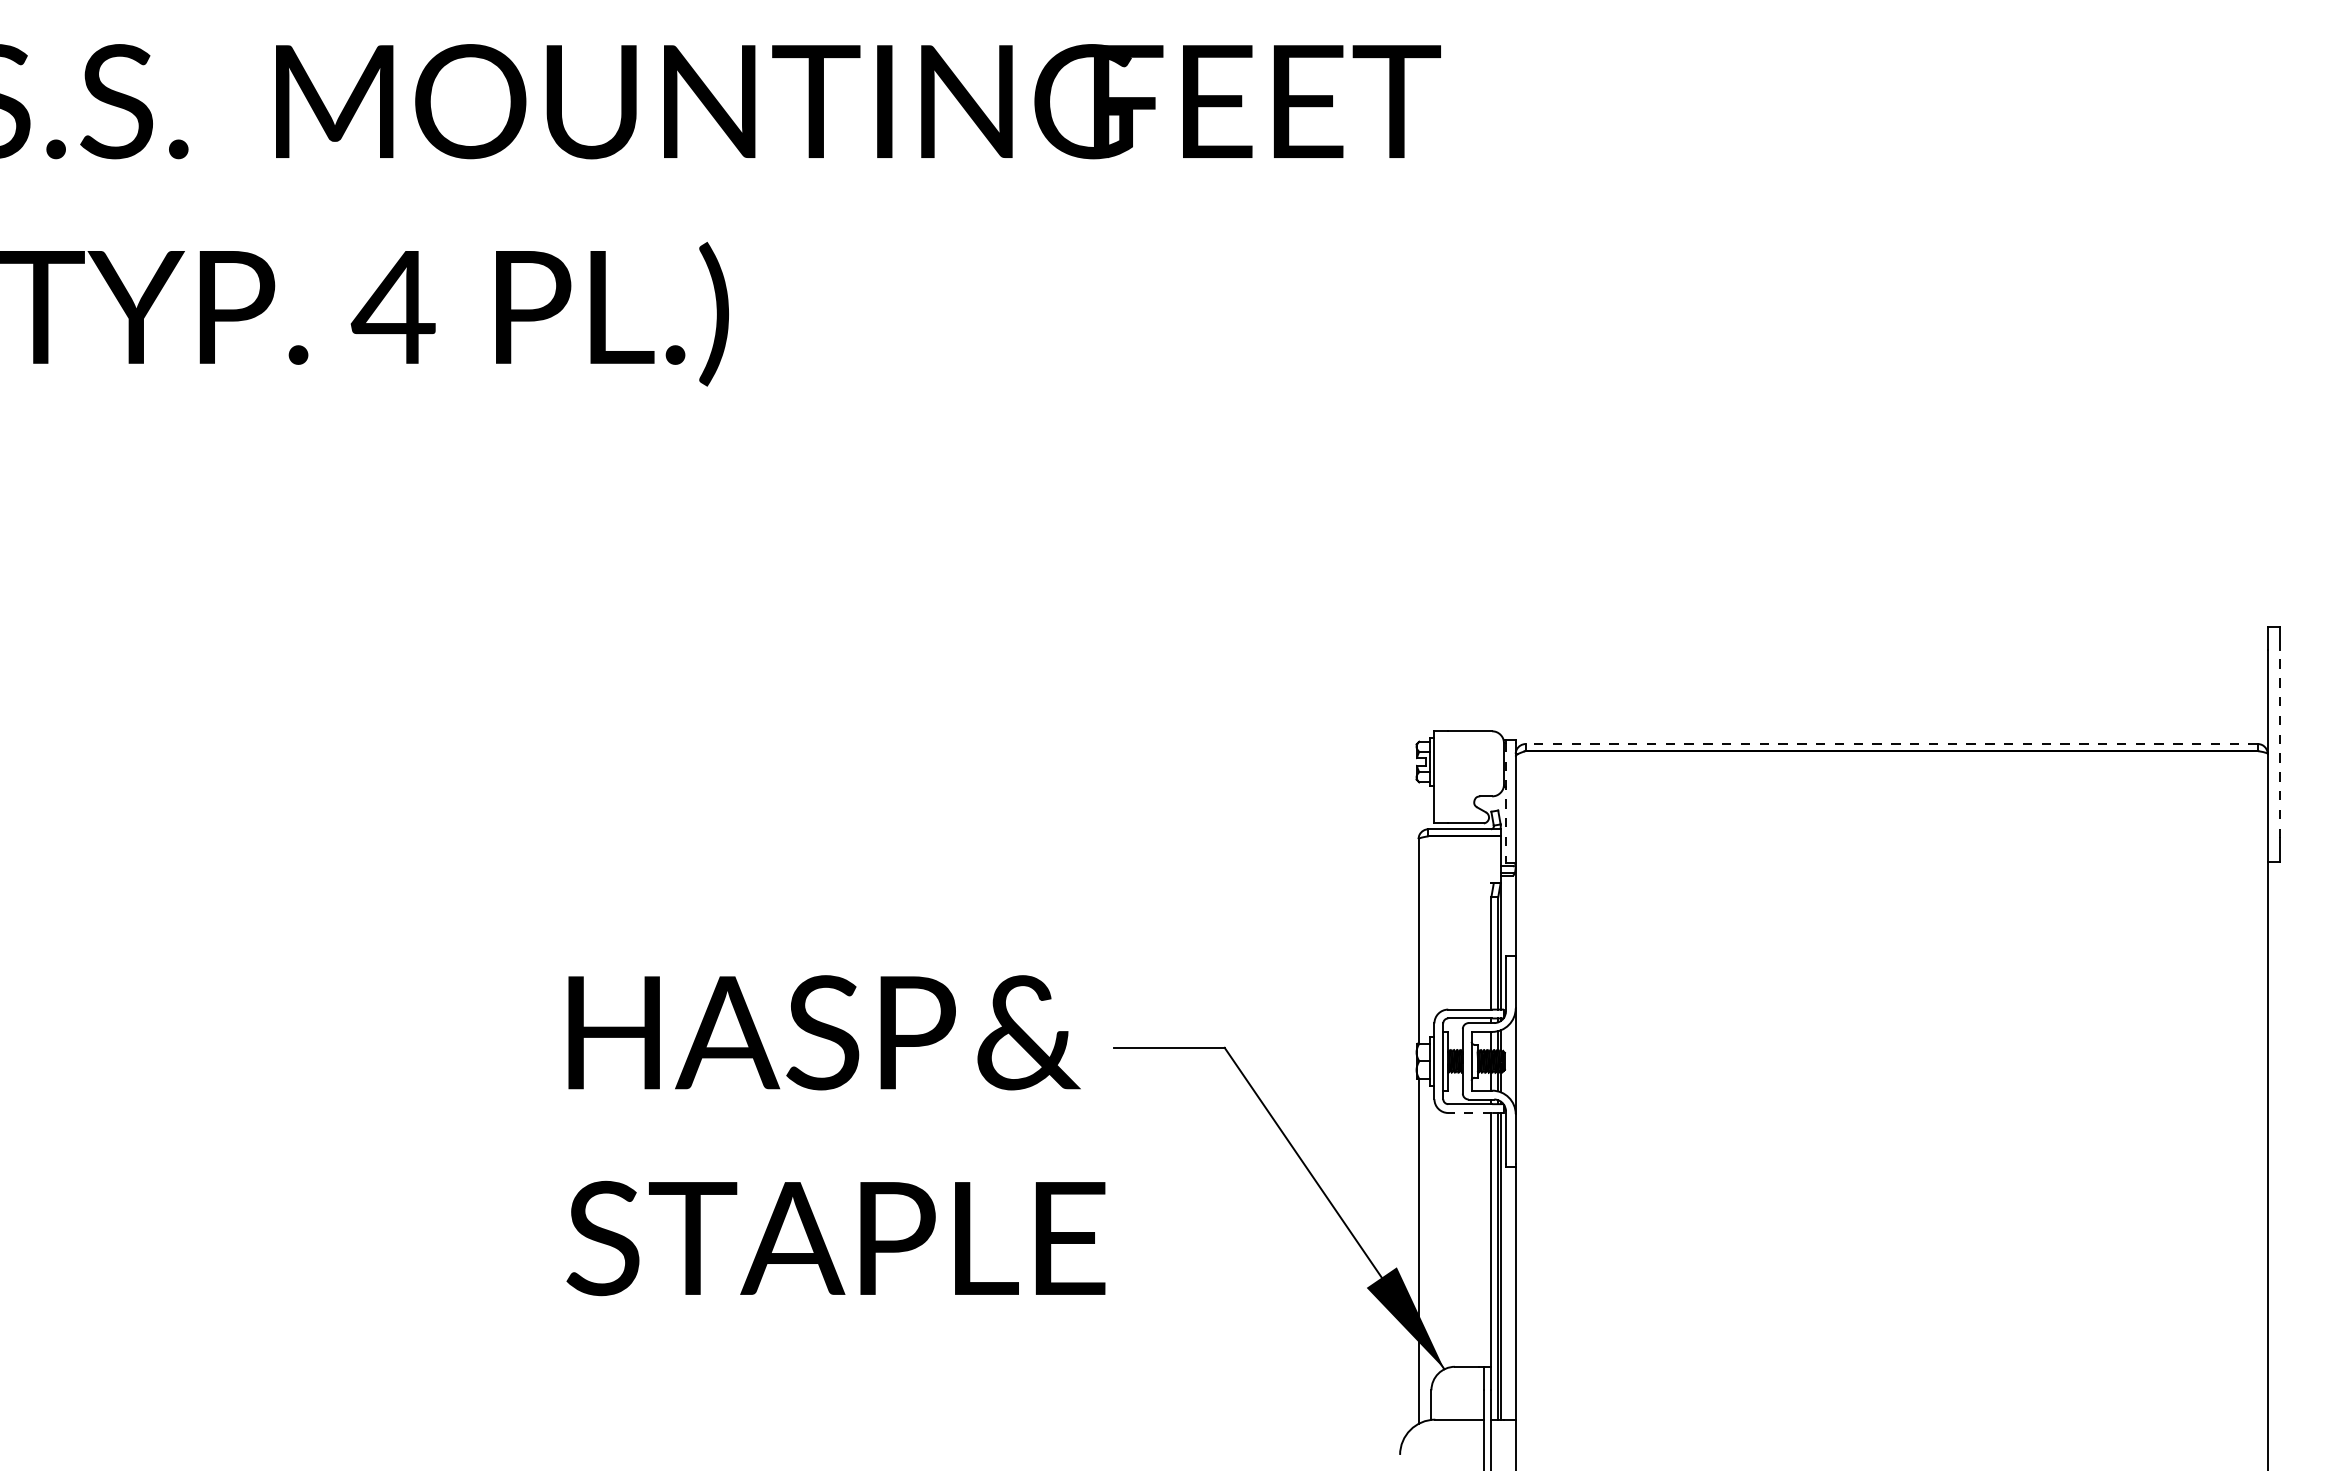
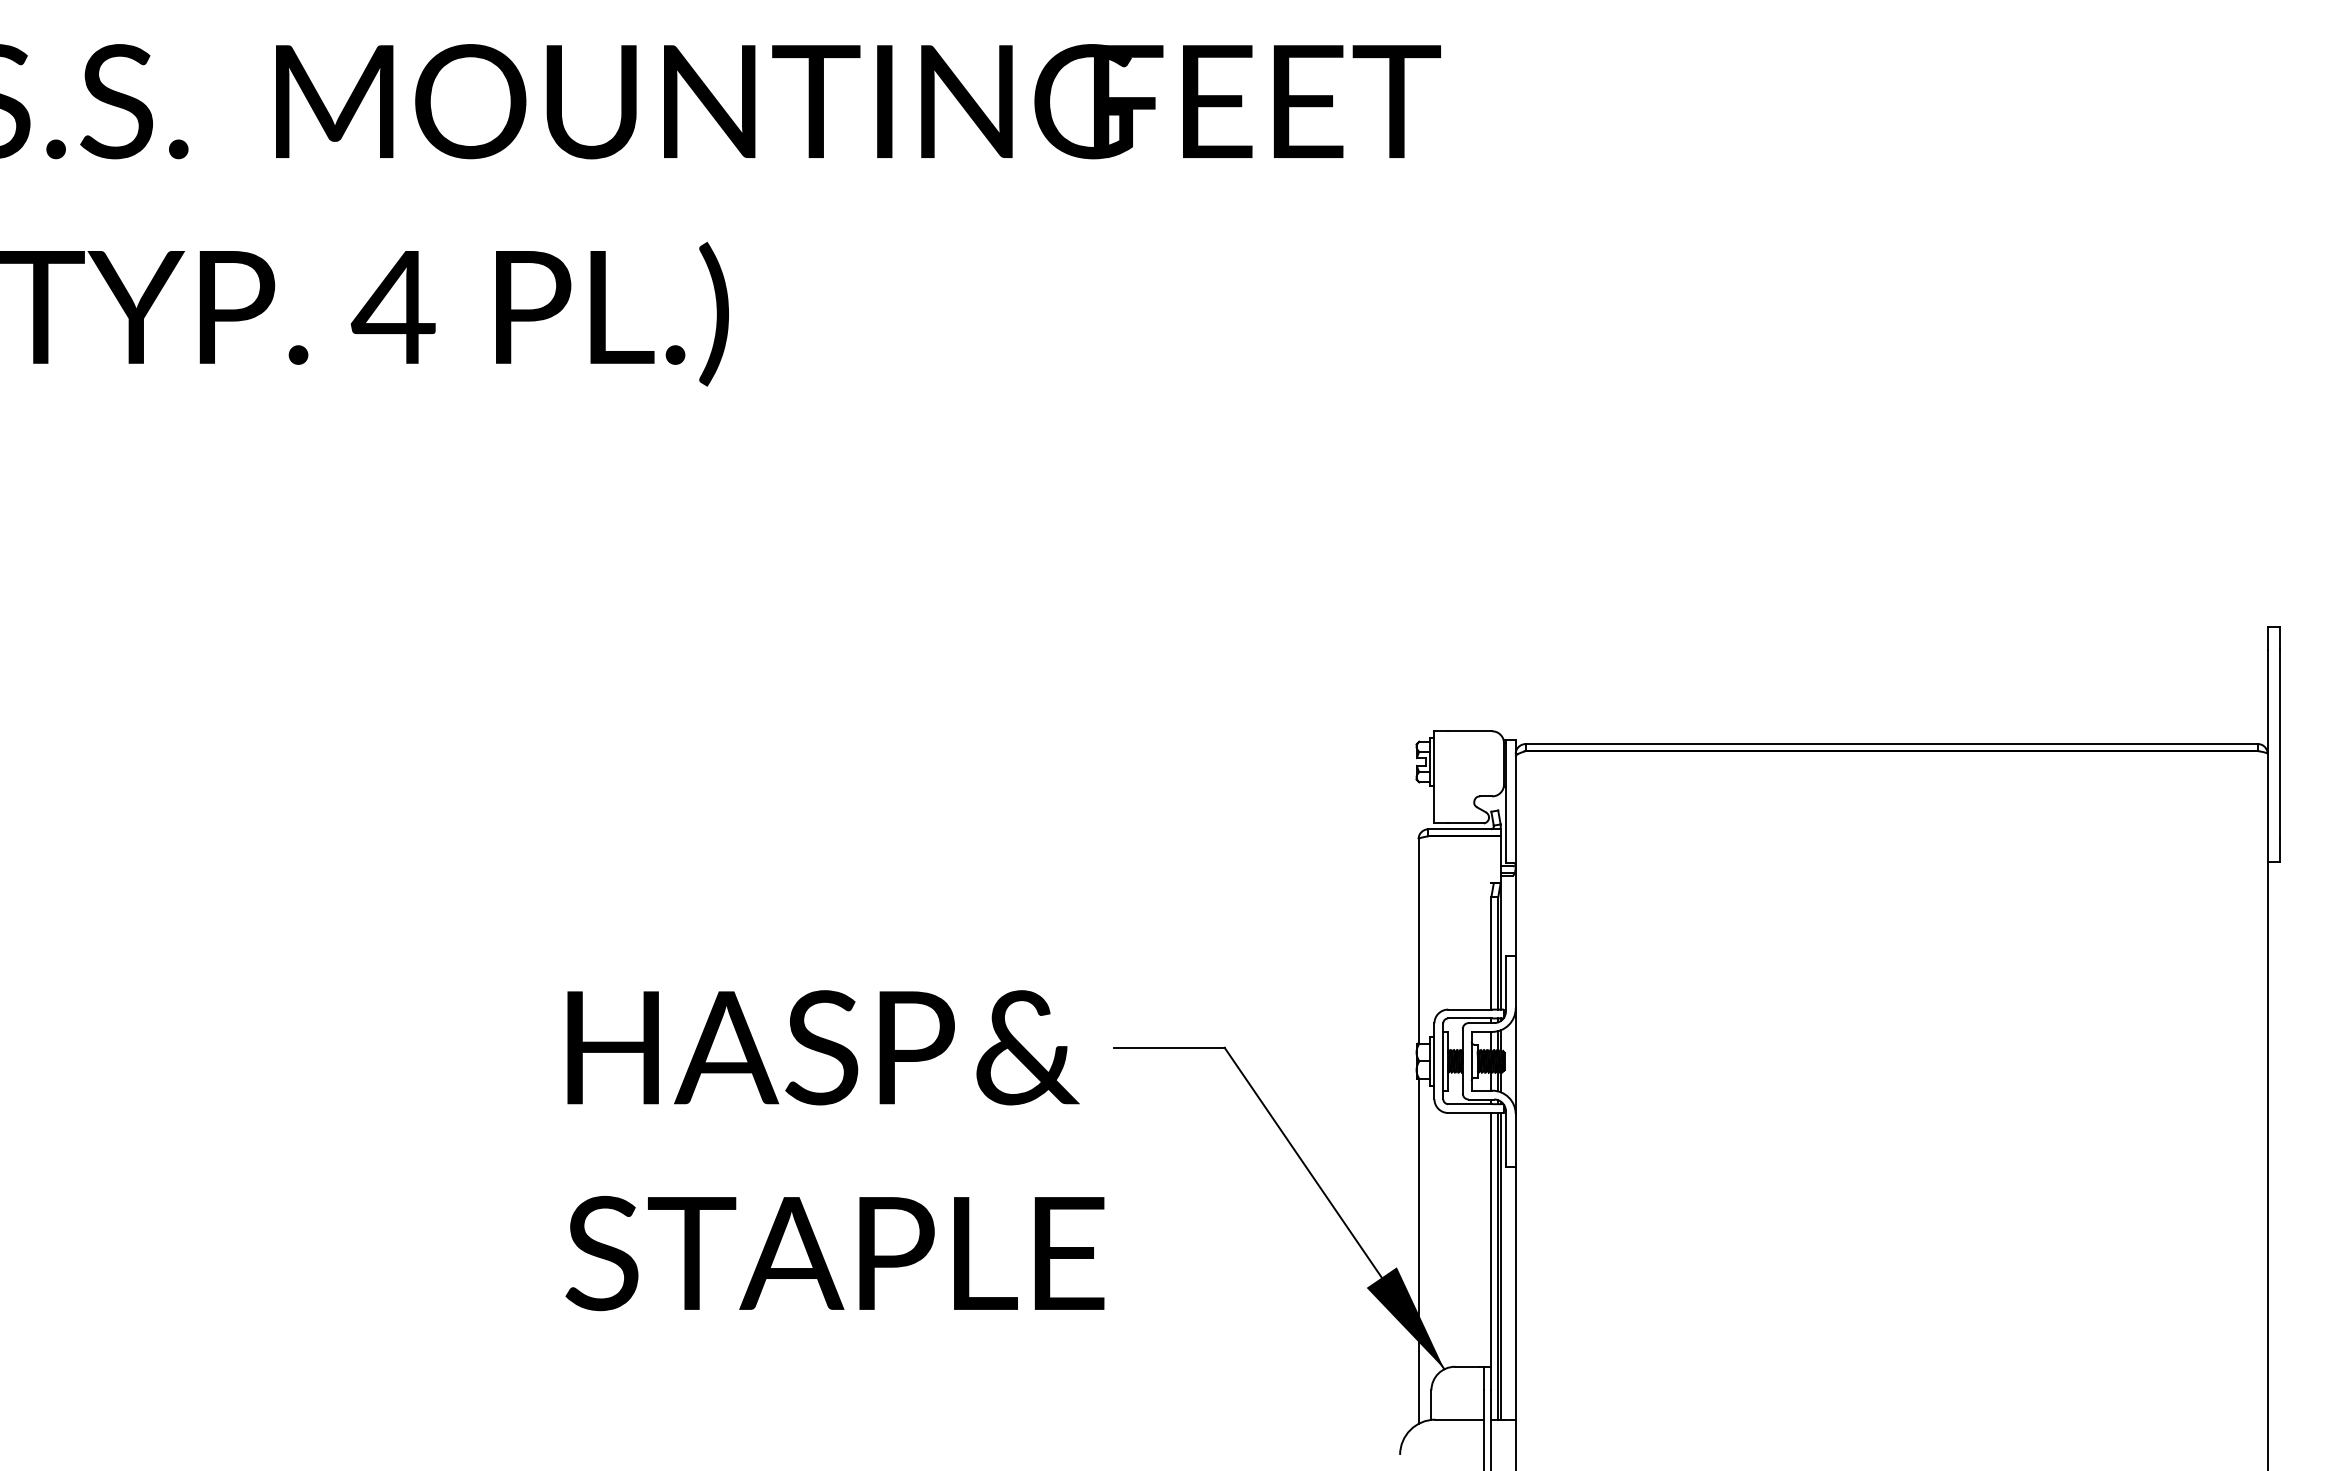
line at (2279, 743): dashed -> solid
line at (1891, 744): dashed -> solid
line at (1505, 801): dashed -> solid
line at (1470, 1113): dashed -> solid
text at (835, 1135) position: (835, 1135) -> (834, 1150)
